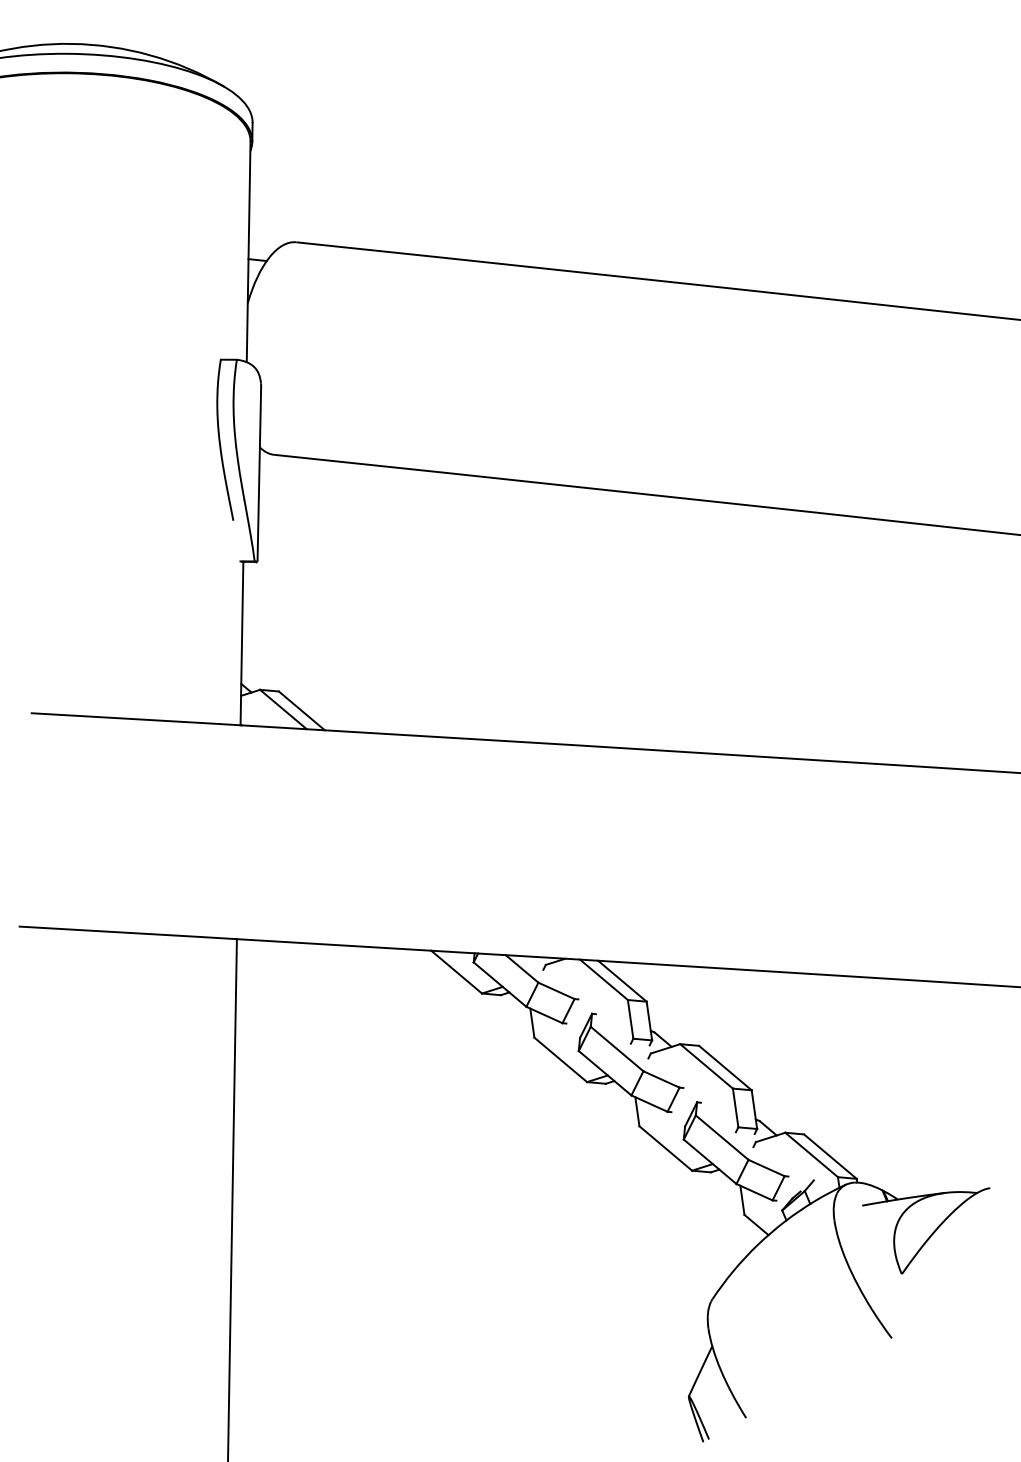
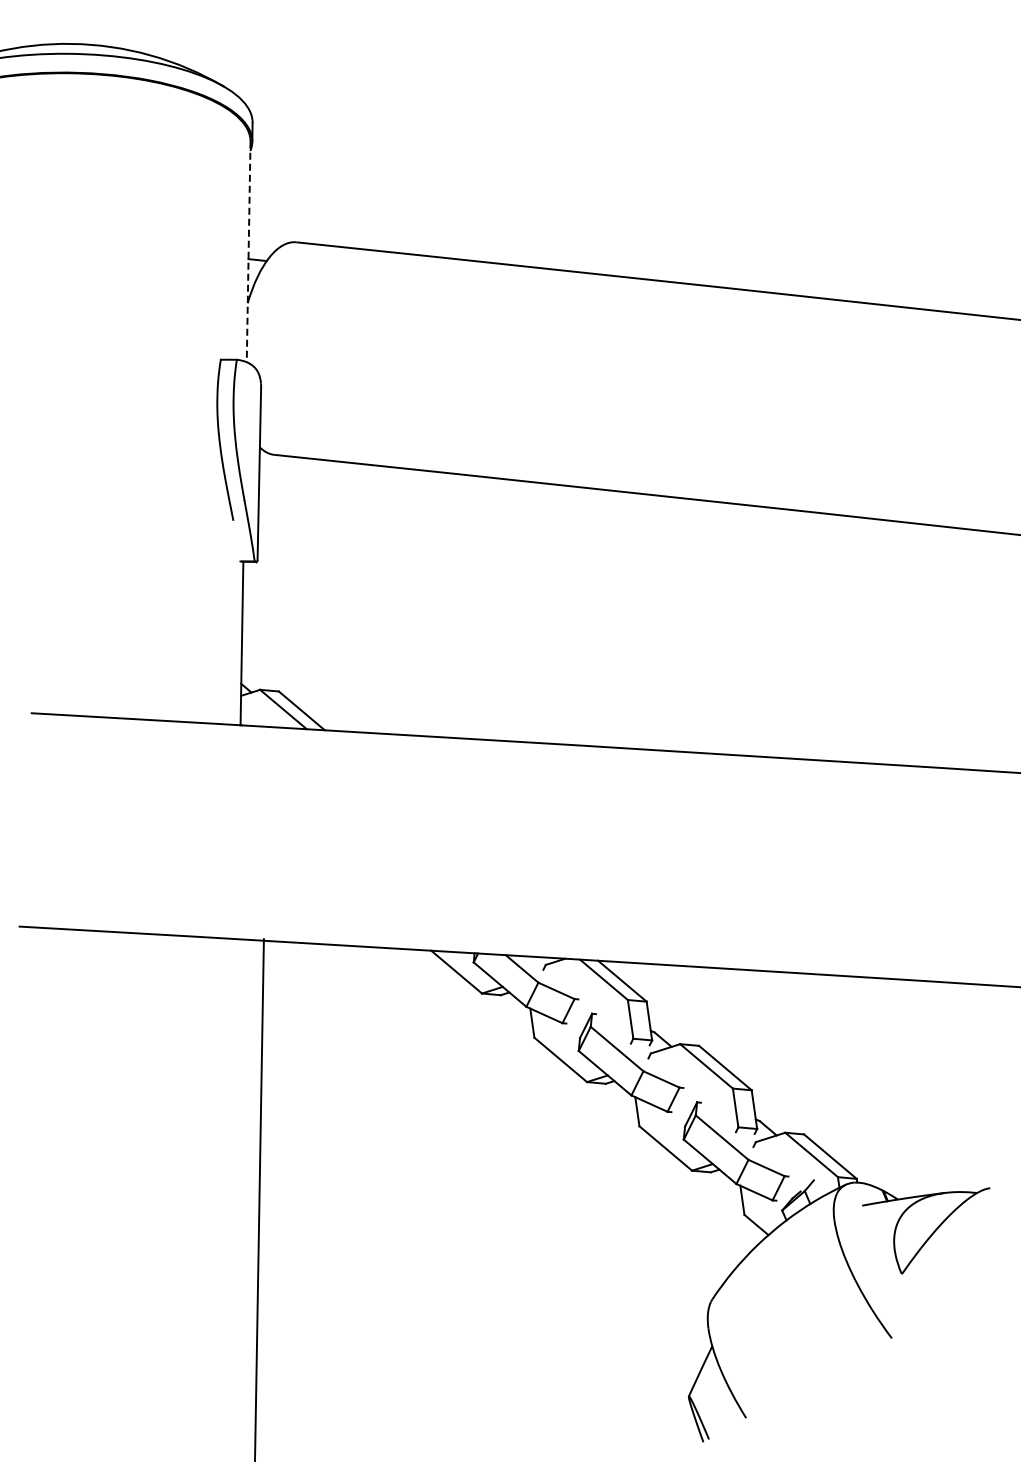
line at (248, 252): solid -> dashed
line at (232, 1198) position: (232, 1198) -> (259, 1198)
